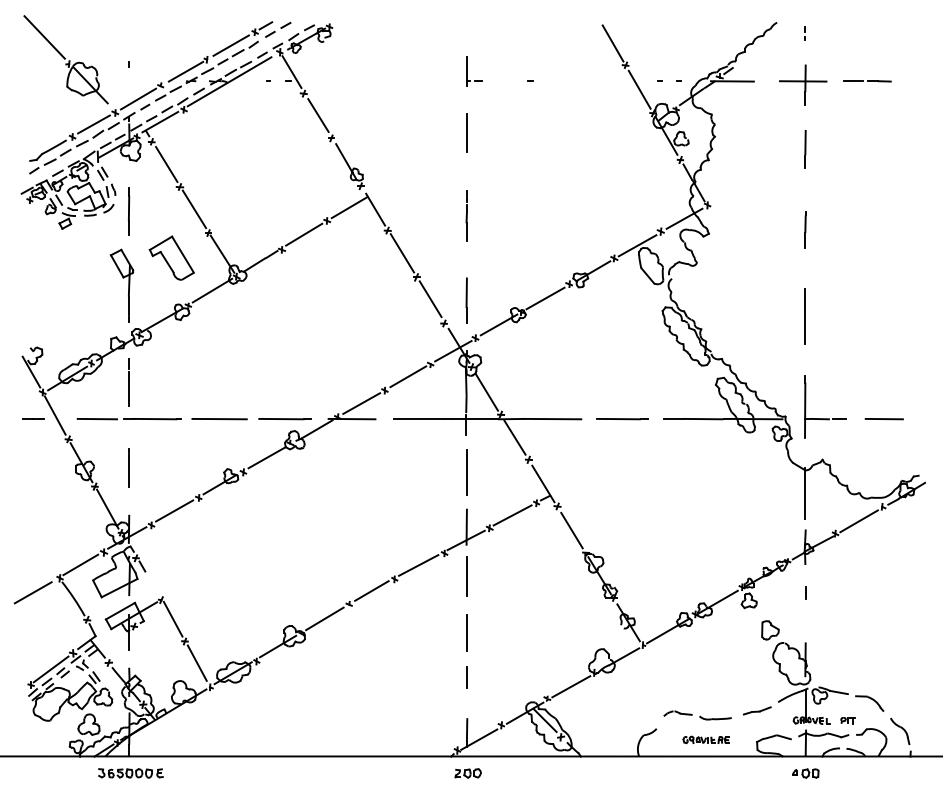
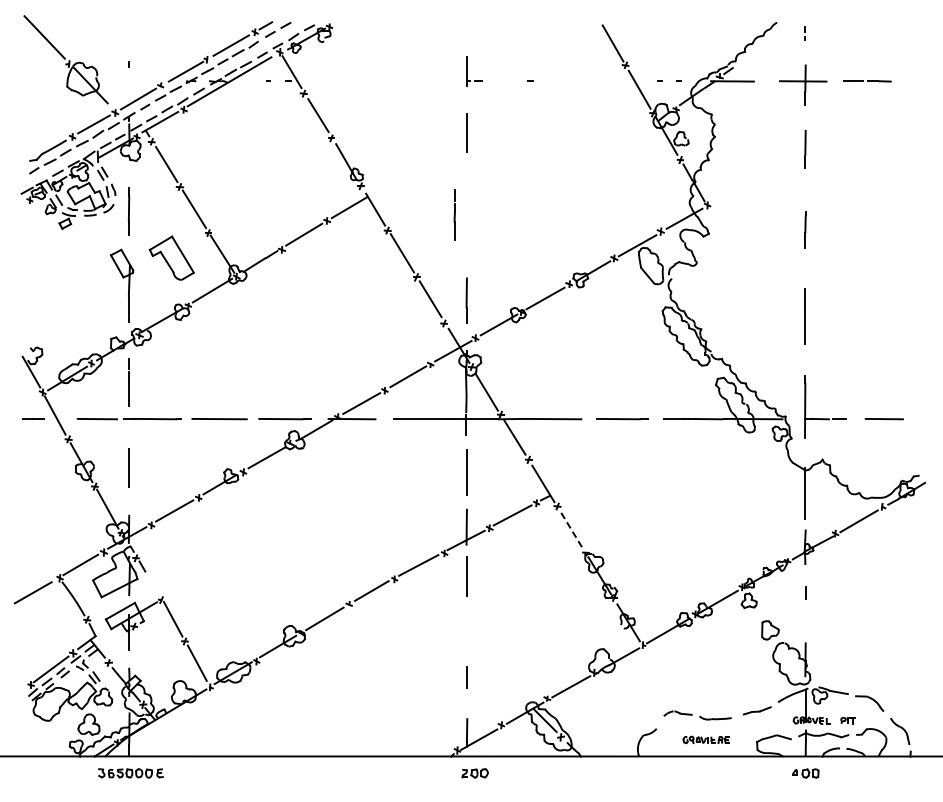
line at (466, 215) position: (466, 215) -> (454, 214)
line at (571, 530): solid -> dashed
line at (466, 632): present -> none
part at (467, 773) position: (467, 773) -> (474, 773)
